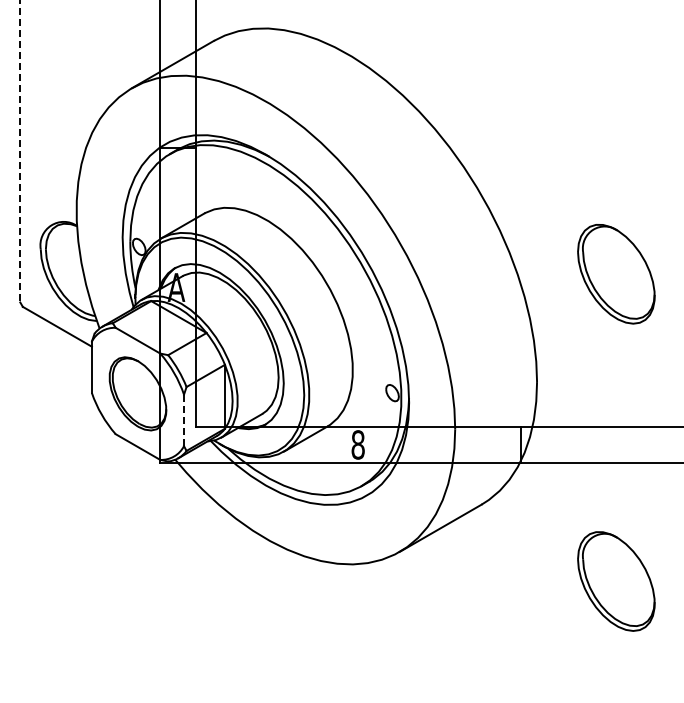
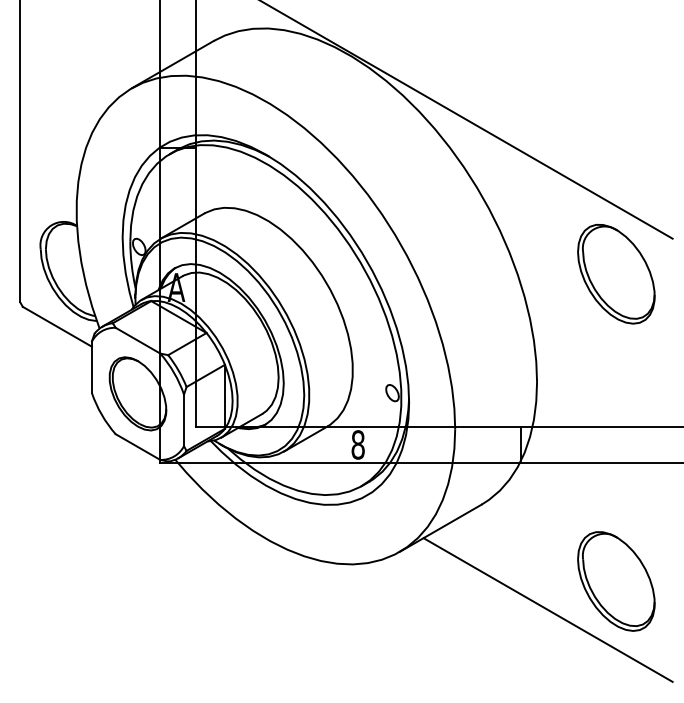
line at (467, 120): none -> present
line at (20, 151): dashed -> solid
line at (184, 420): dashed -> solid
line at (547, 609): none -> present
